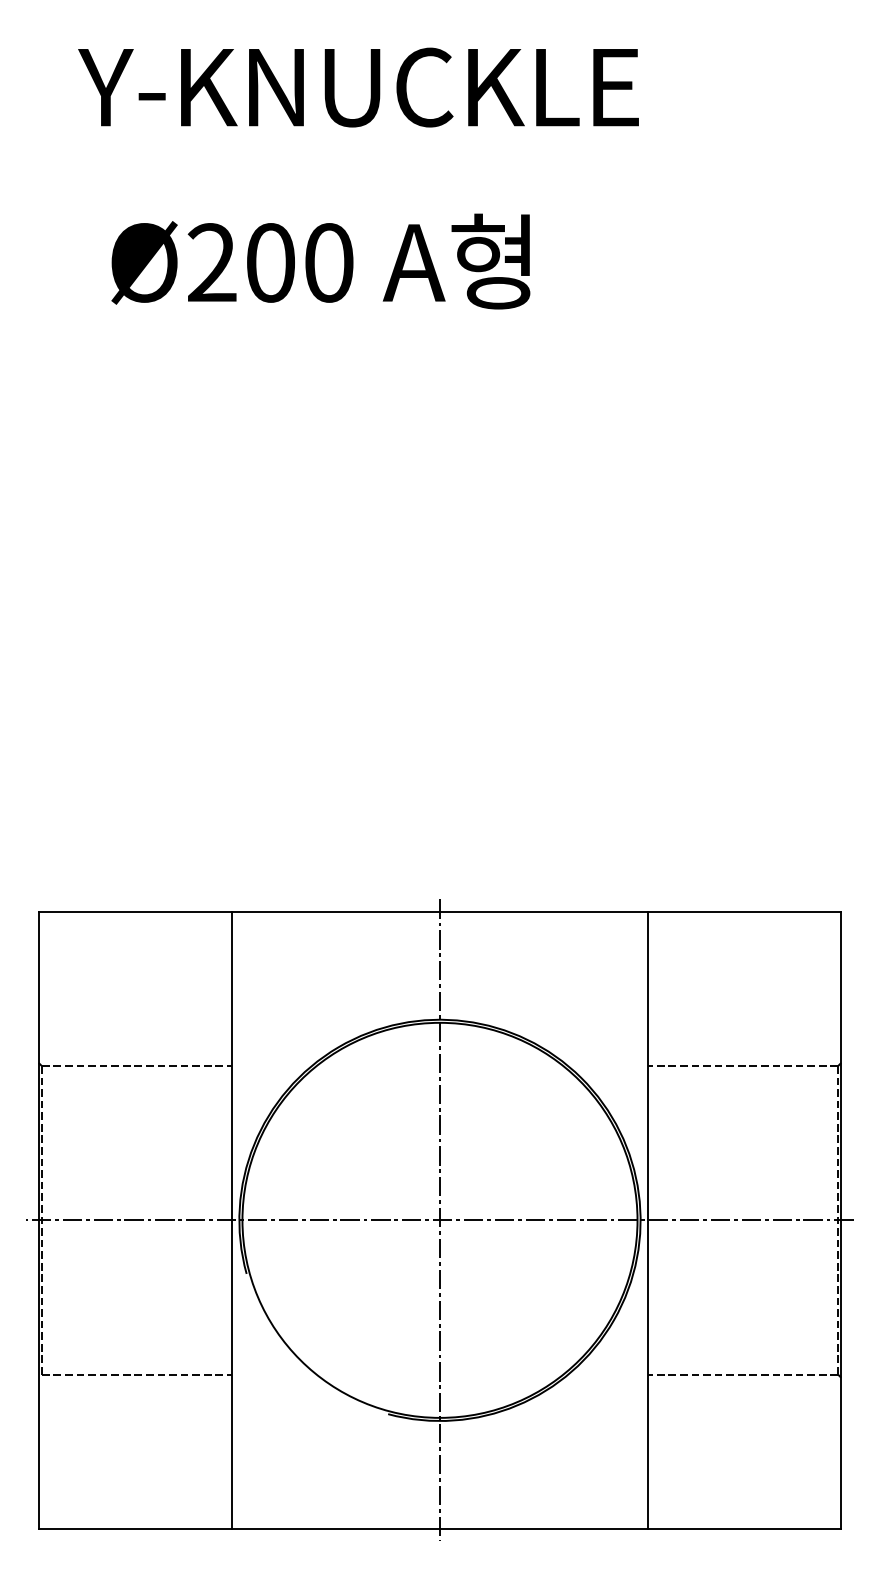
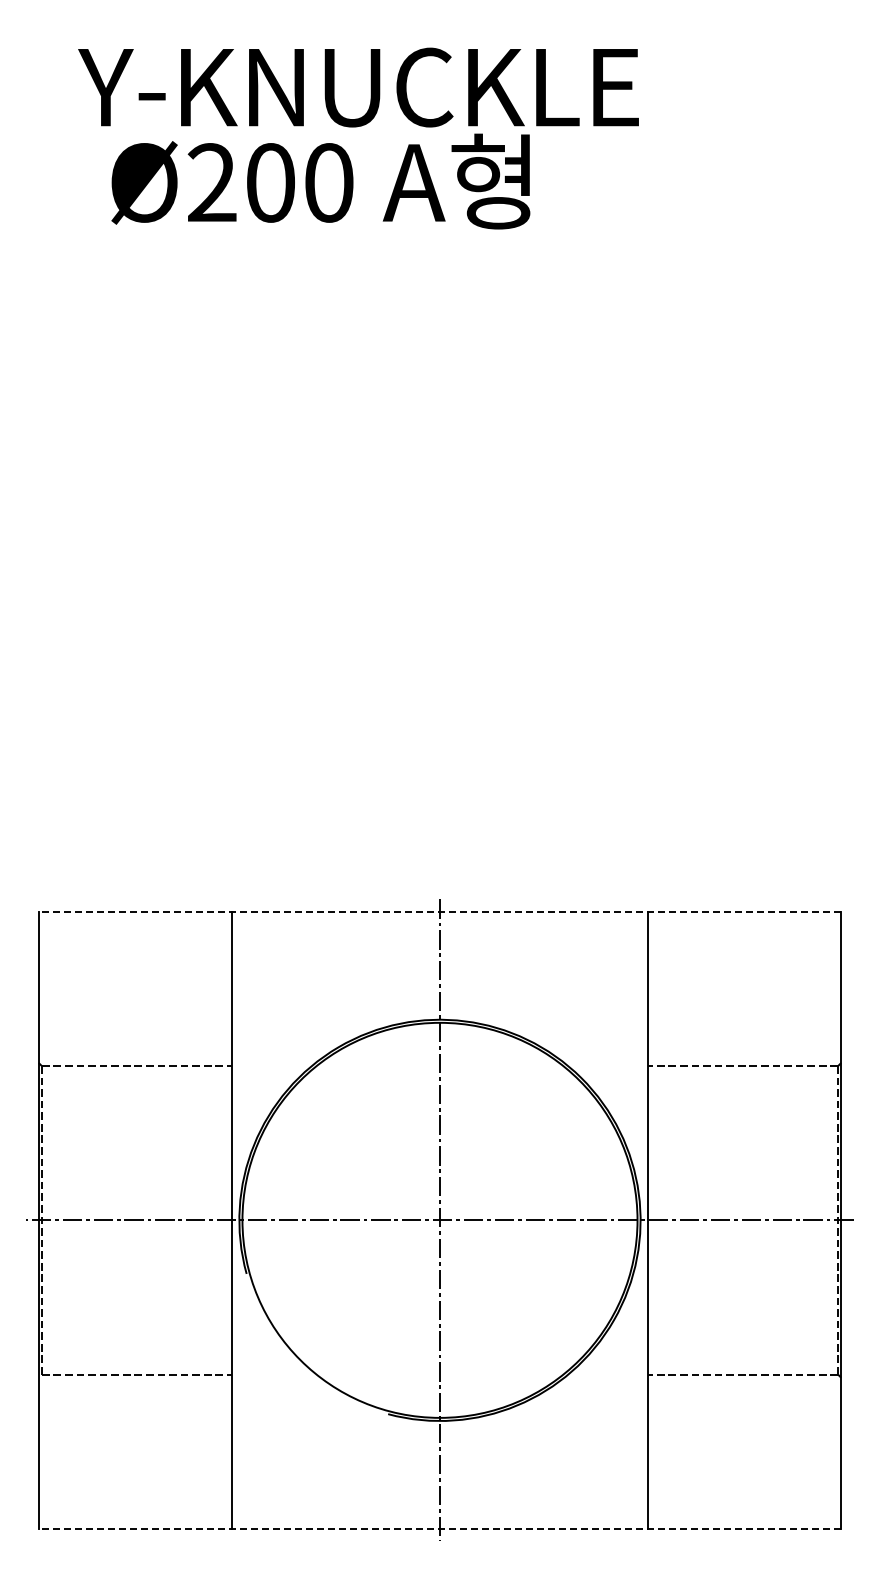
text at (320, 261) position: (320, 261) -> (320, 181)
line at (439, 911): solid -> dashed
line at (439, 1528): solid -> dashed
